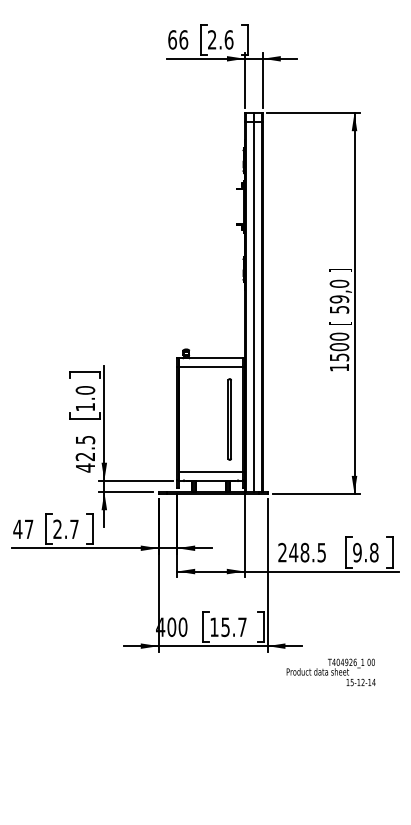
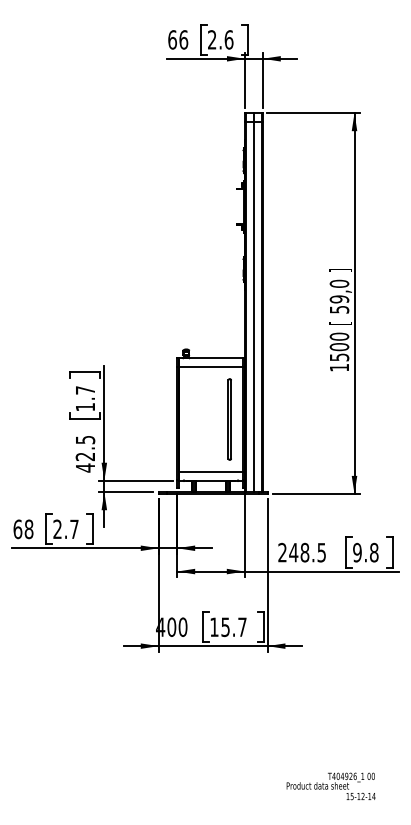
text at (85, 390): 1.0 -> 1.7
text at (23, 529): 47 -> 68
text at (330, 672) position: (330, 672) -> (330, 786)
